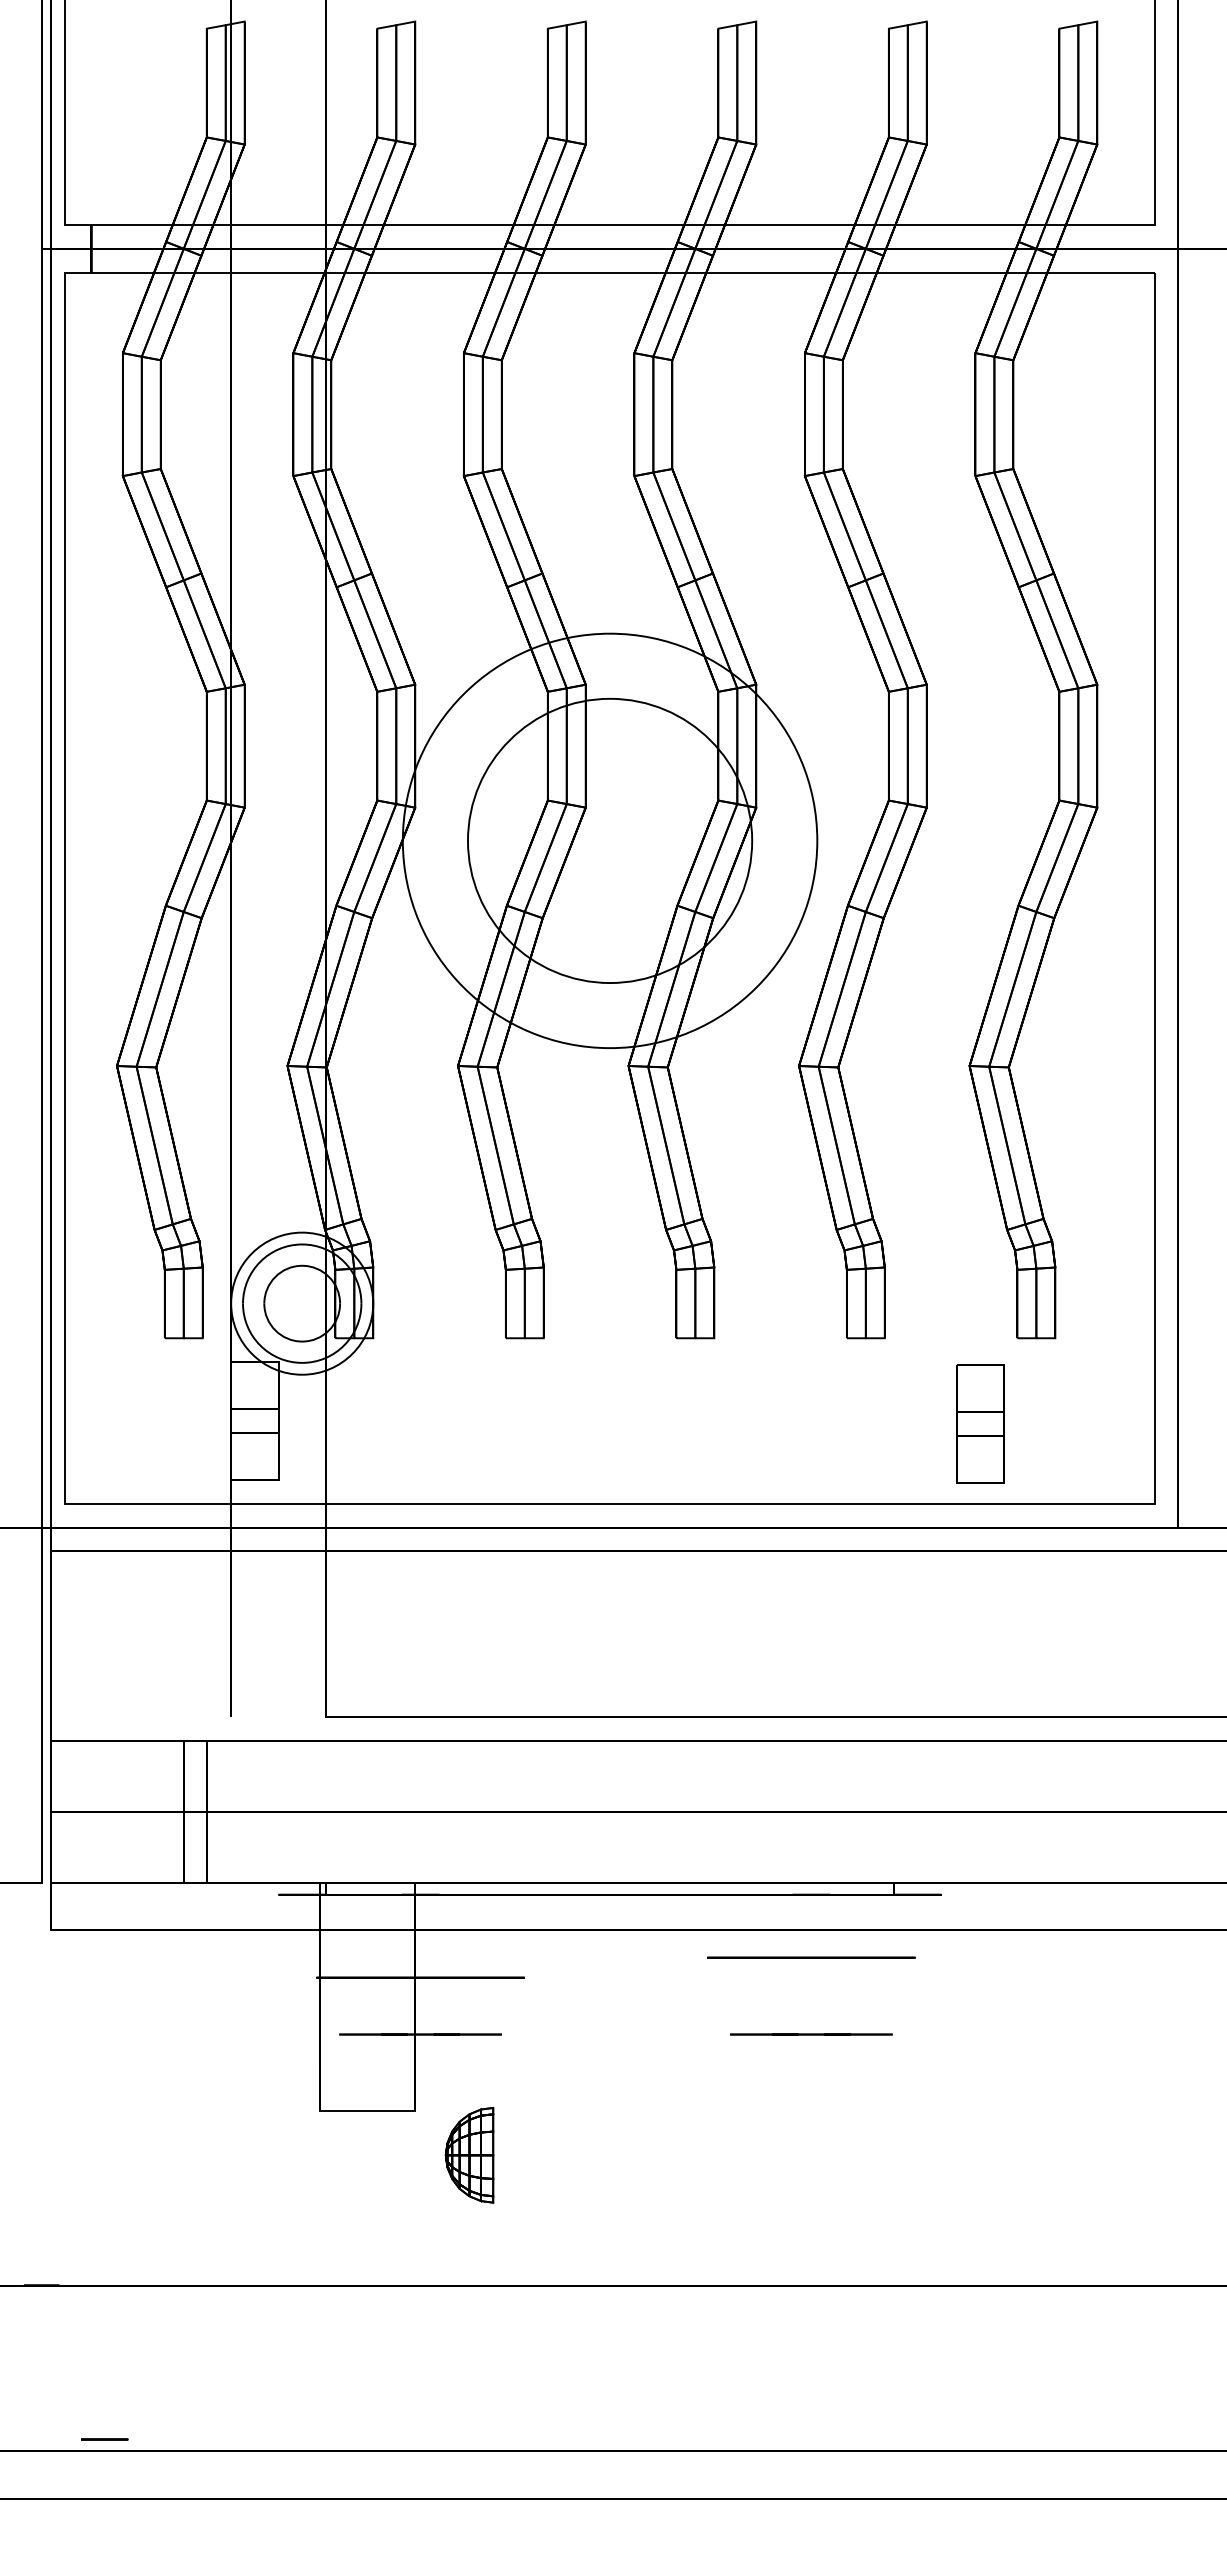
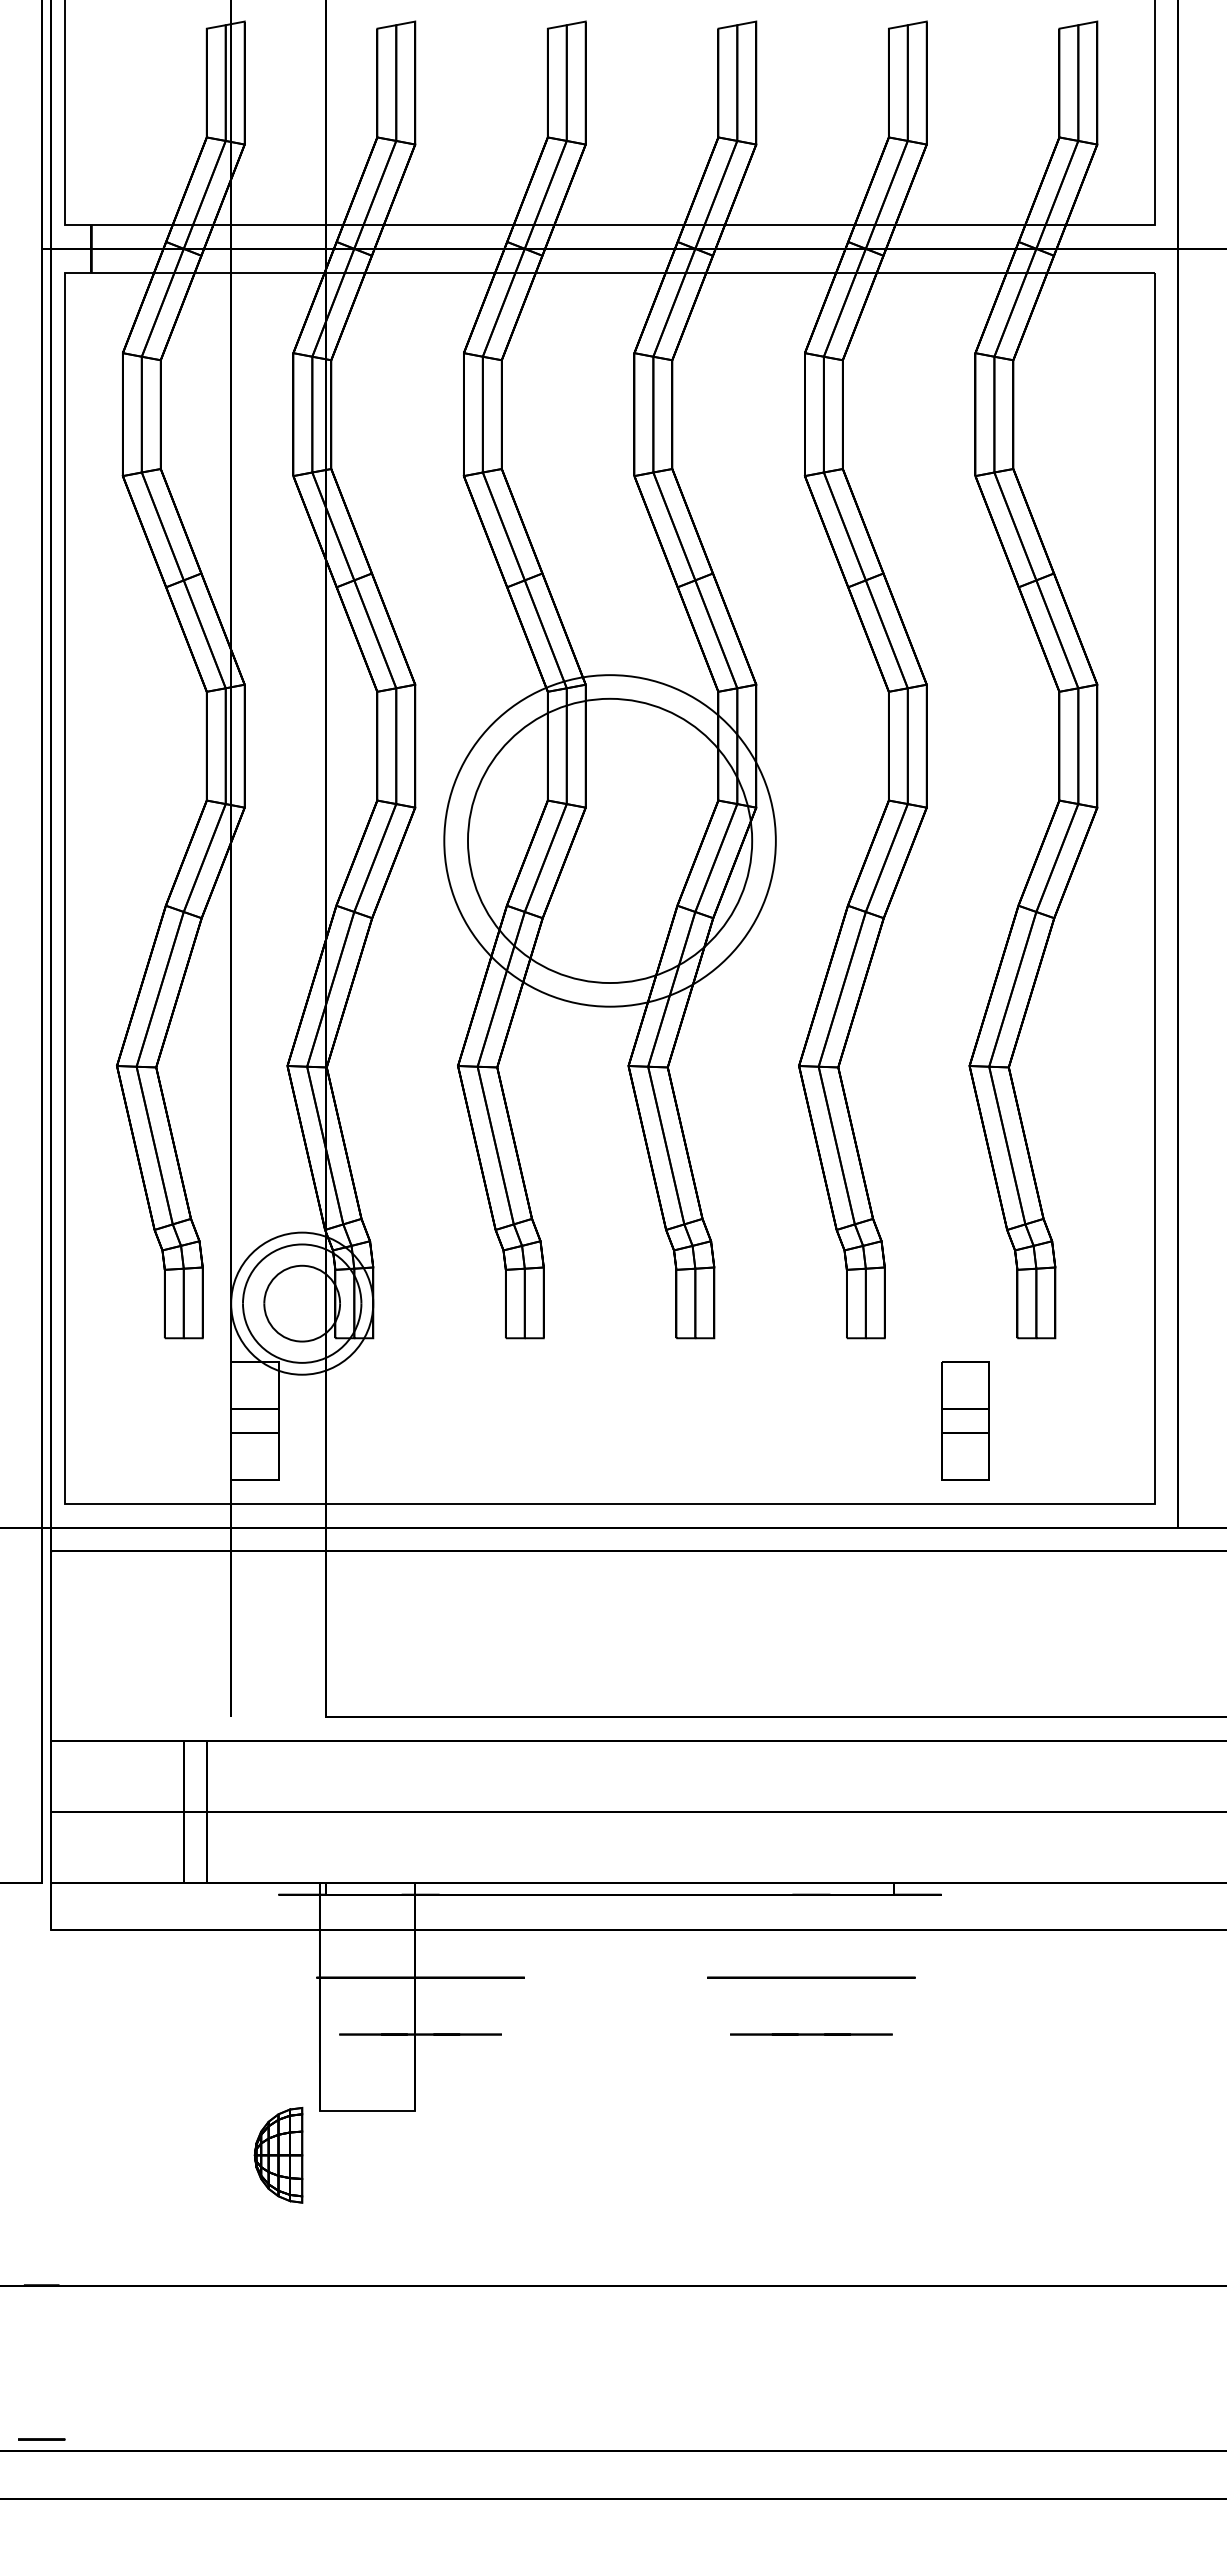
circle at (609, 840) diameter: 414 px -> 332 px
part at (980, 1423) position: (980, 1423) -> (965, 1420)
circle at (811, 1957) position: (811, 1957) -> (811, 1977)
part at (469, 2155) position: (469, 2155) -> (278, 2155)
circle at (104, 2439) position: (104, 2439) -> (41, 2439)
